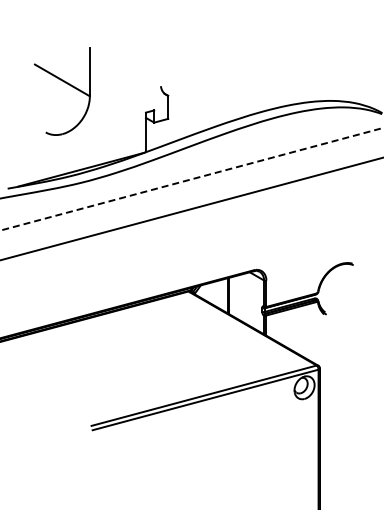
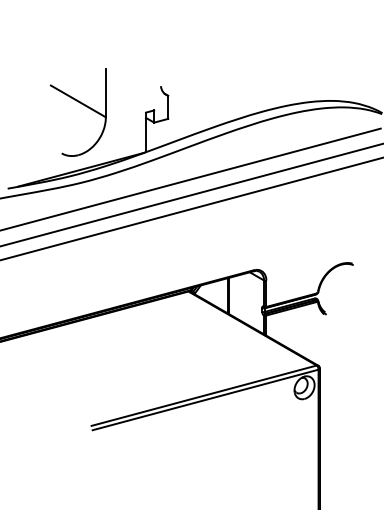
part at (65, 83) position: (65, 83) -> (81, 104)
line at (190, 179): dashed -> solid
line at (191, 194): none -> present
